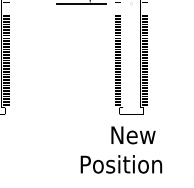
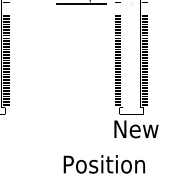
text at (133, 135) position: (133, 135) -> (136, 129)
text at (121, 164) position: (121, 164) -> (104, 164)
